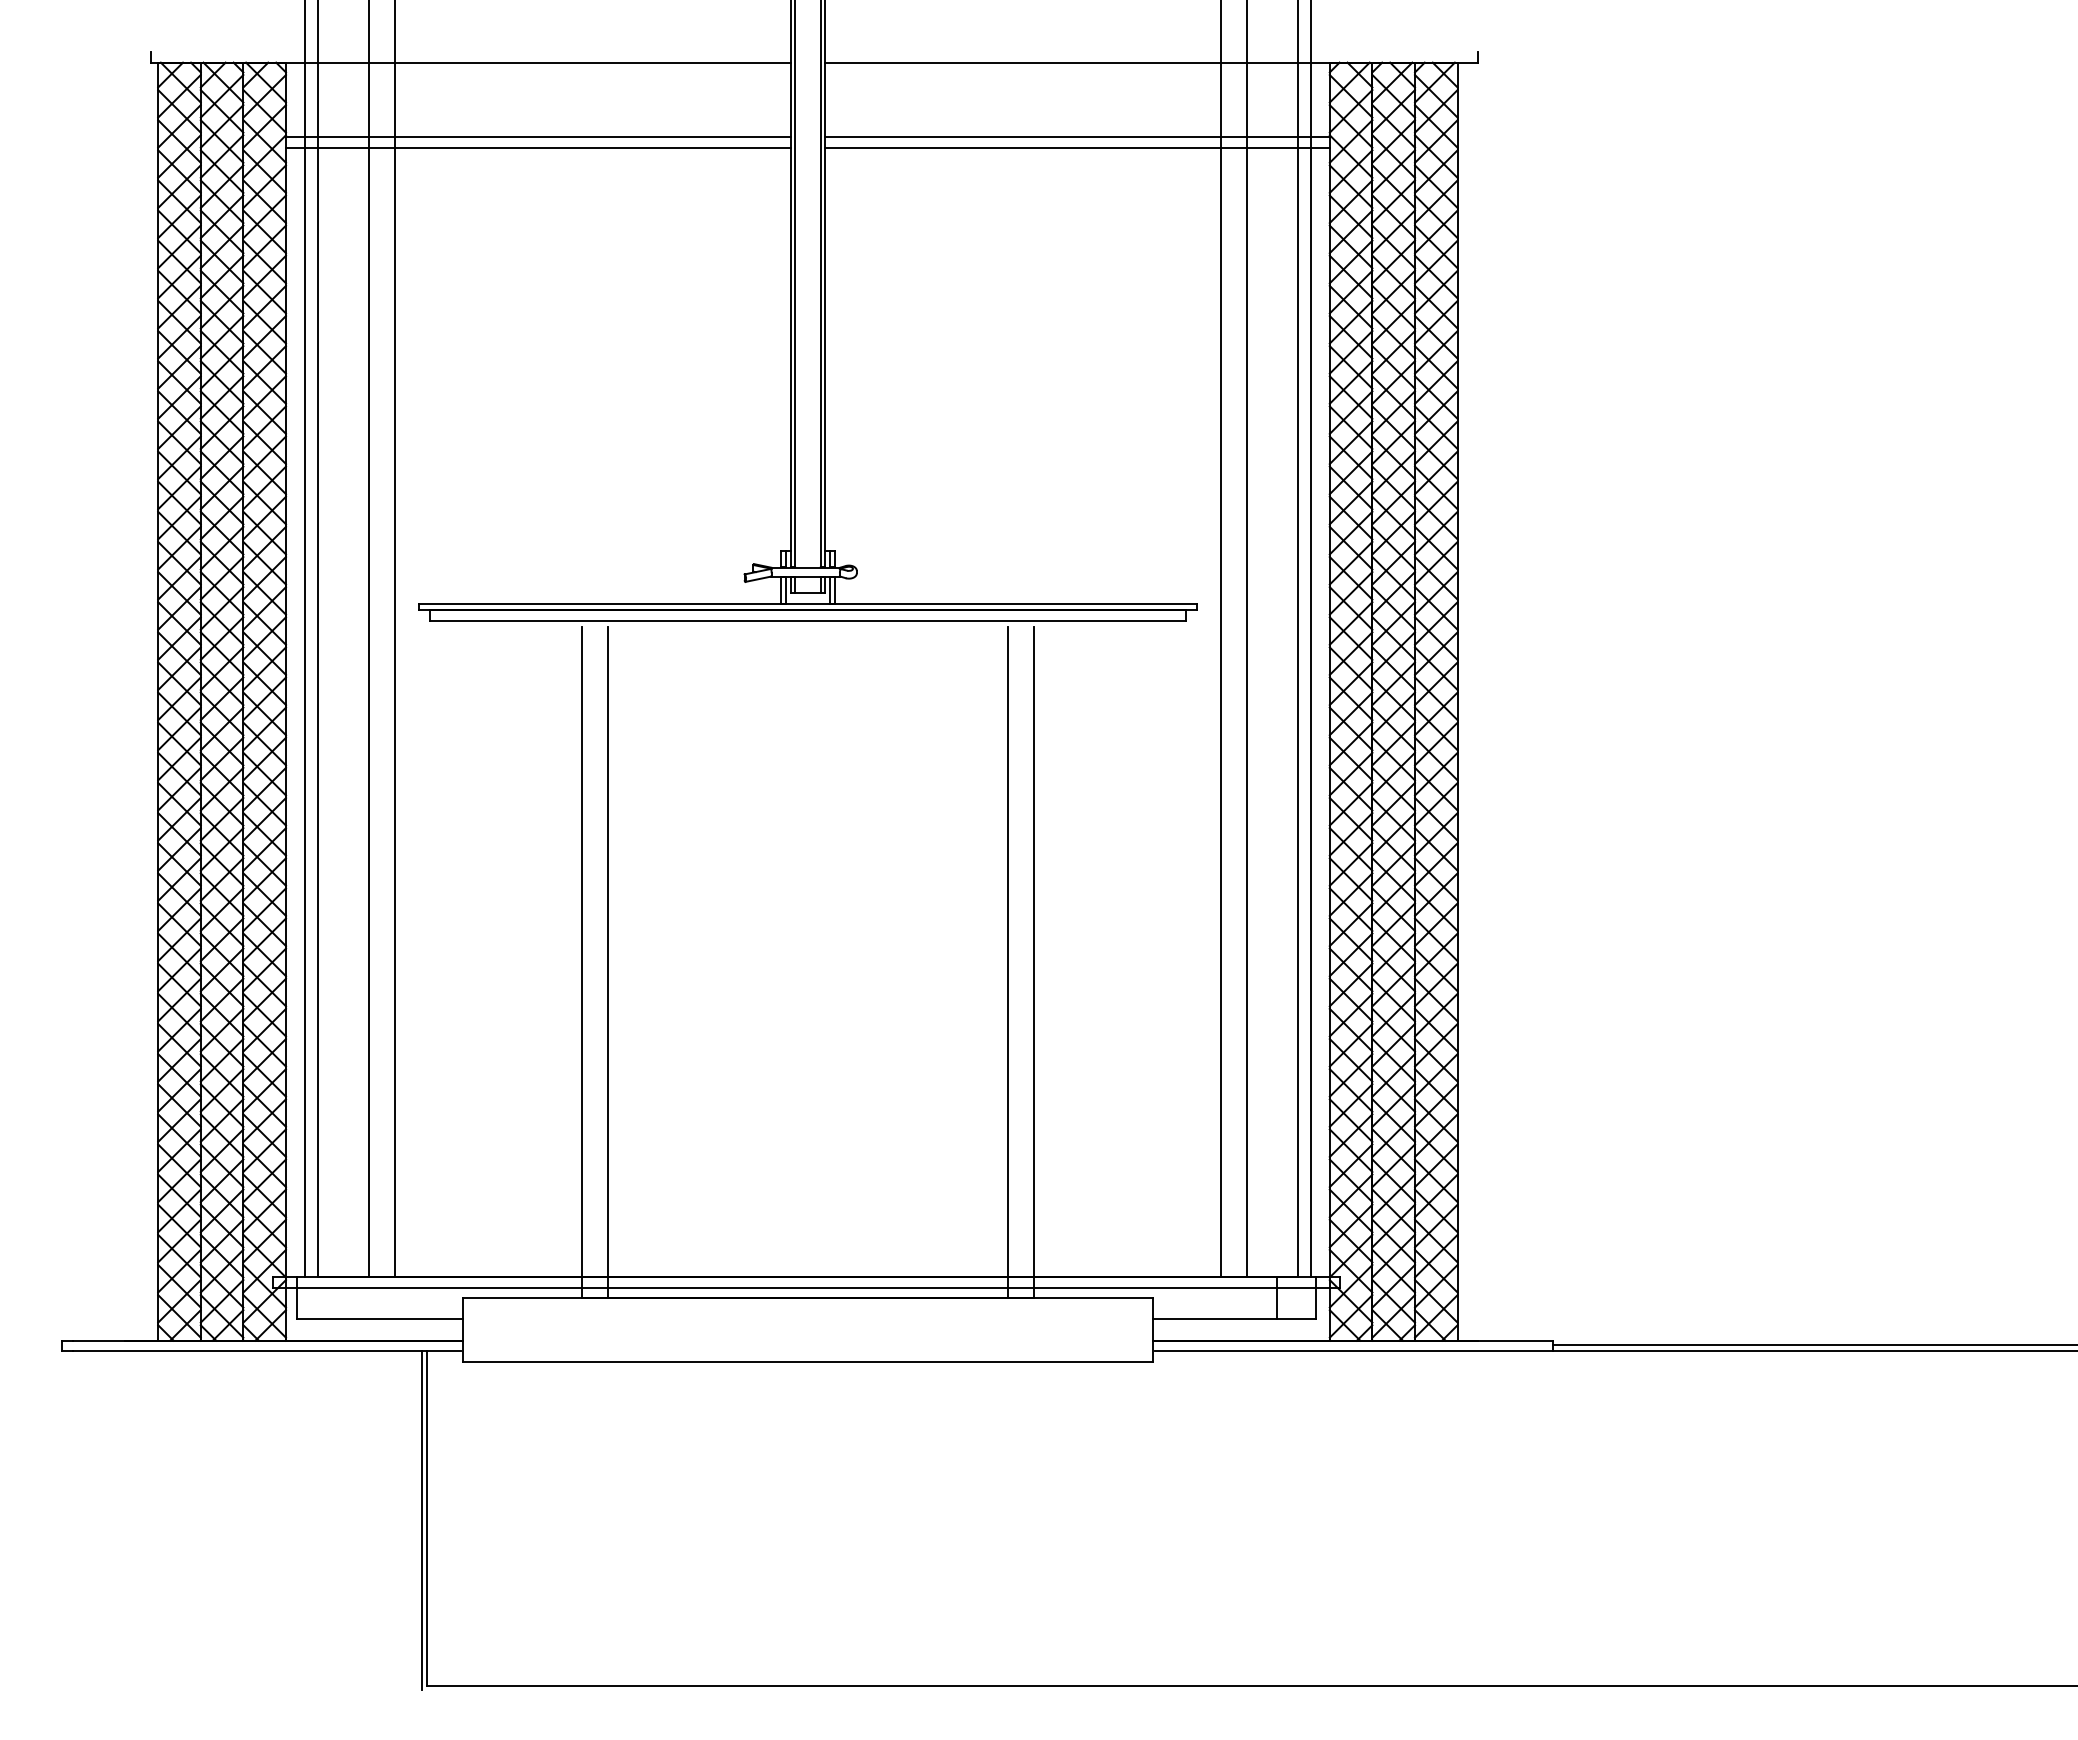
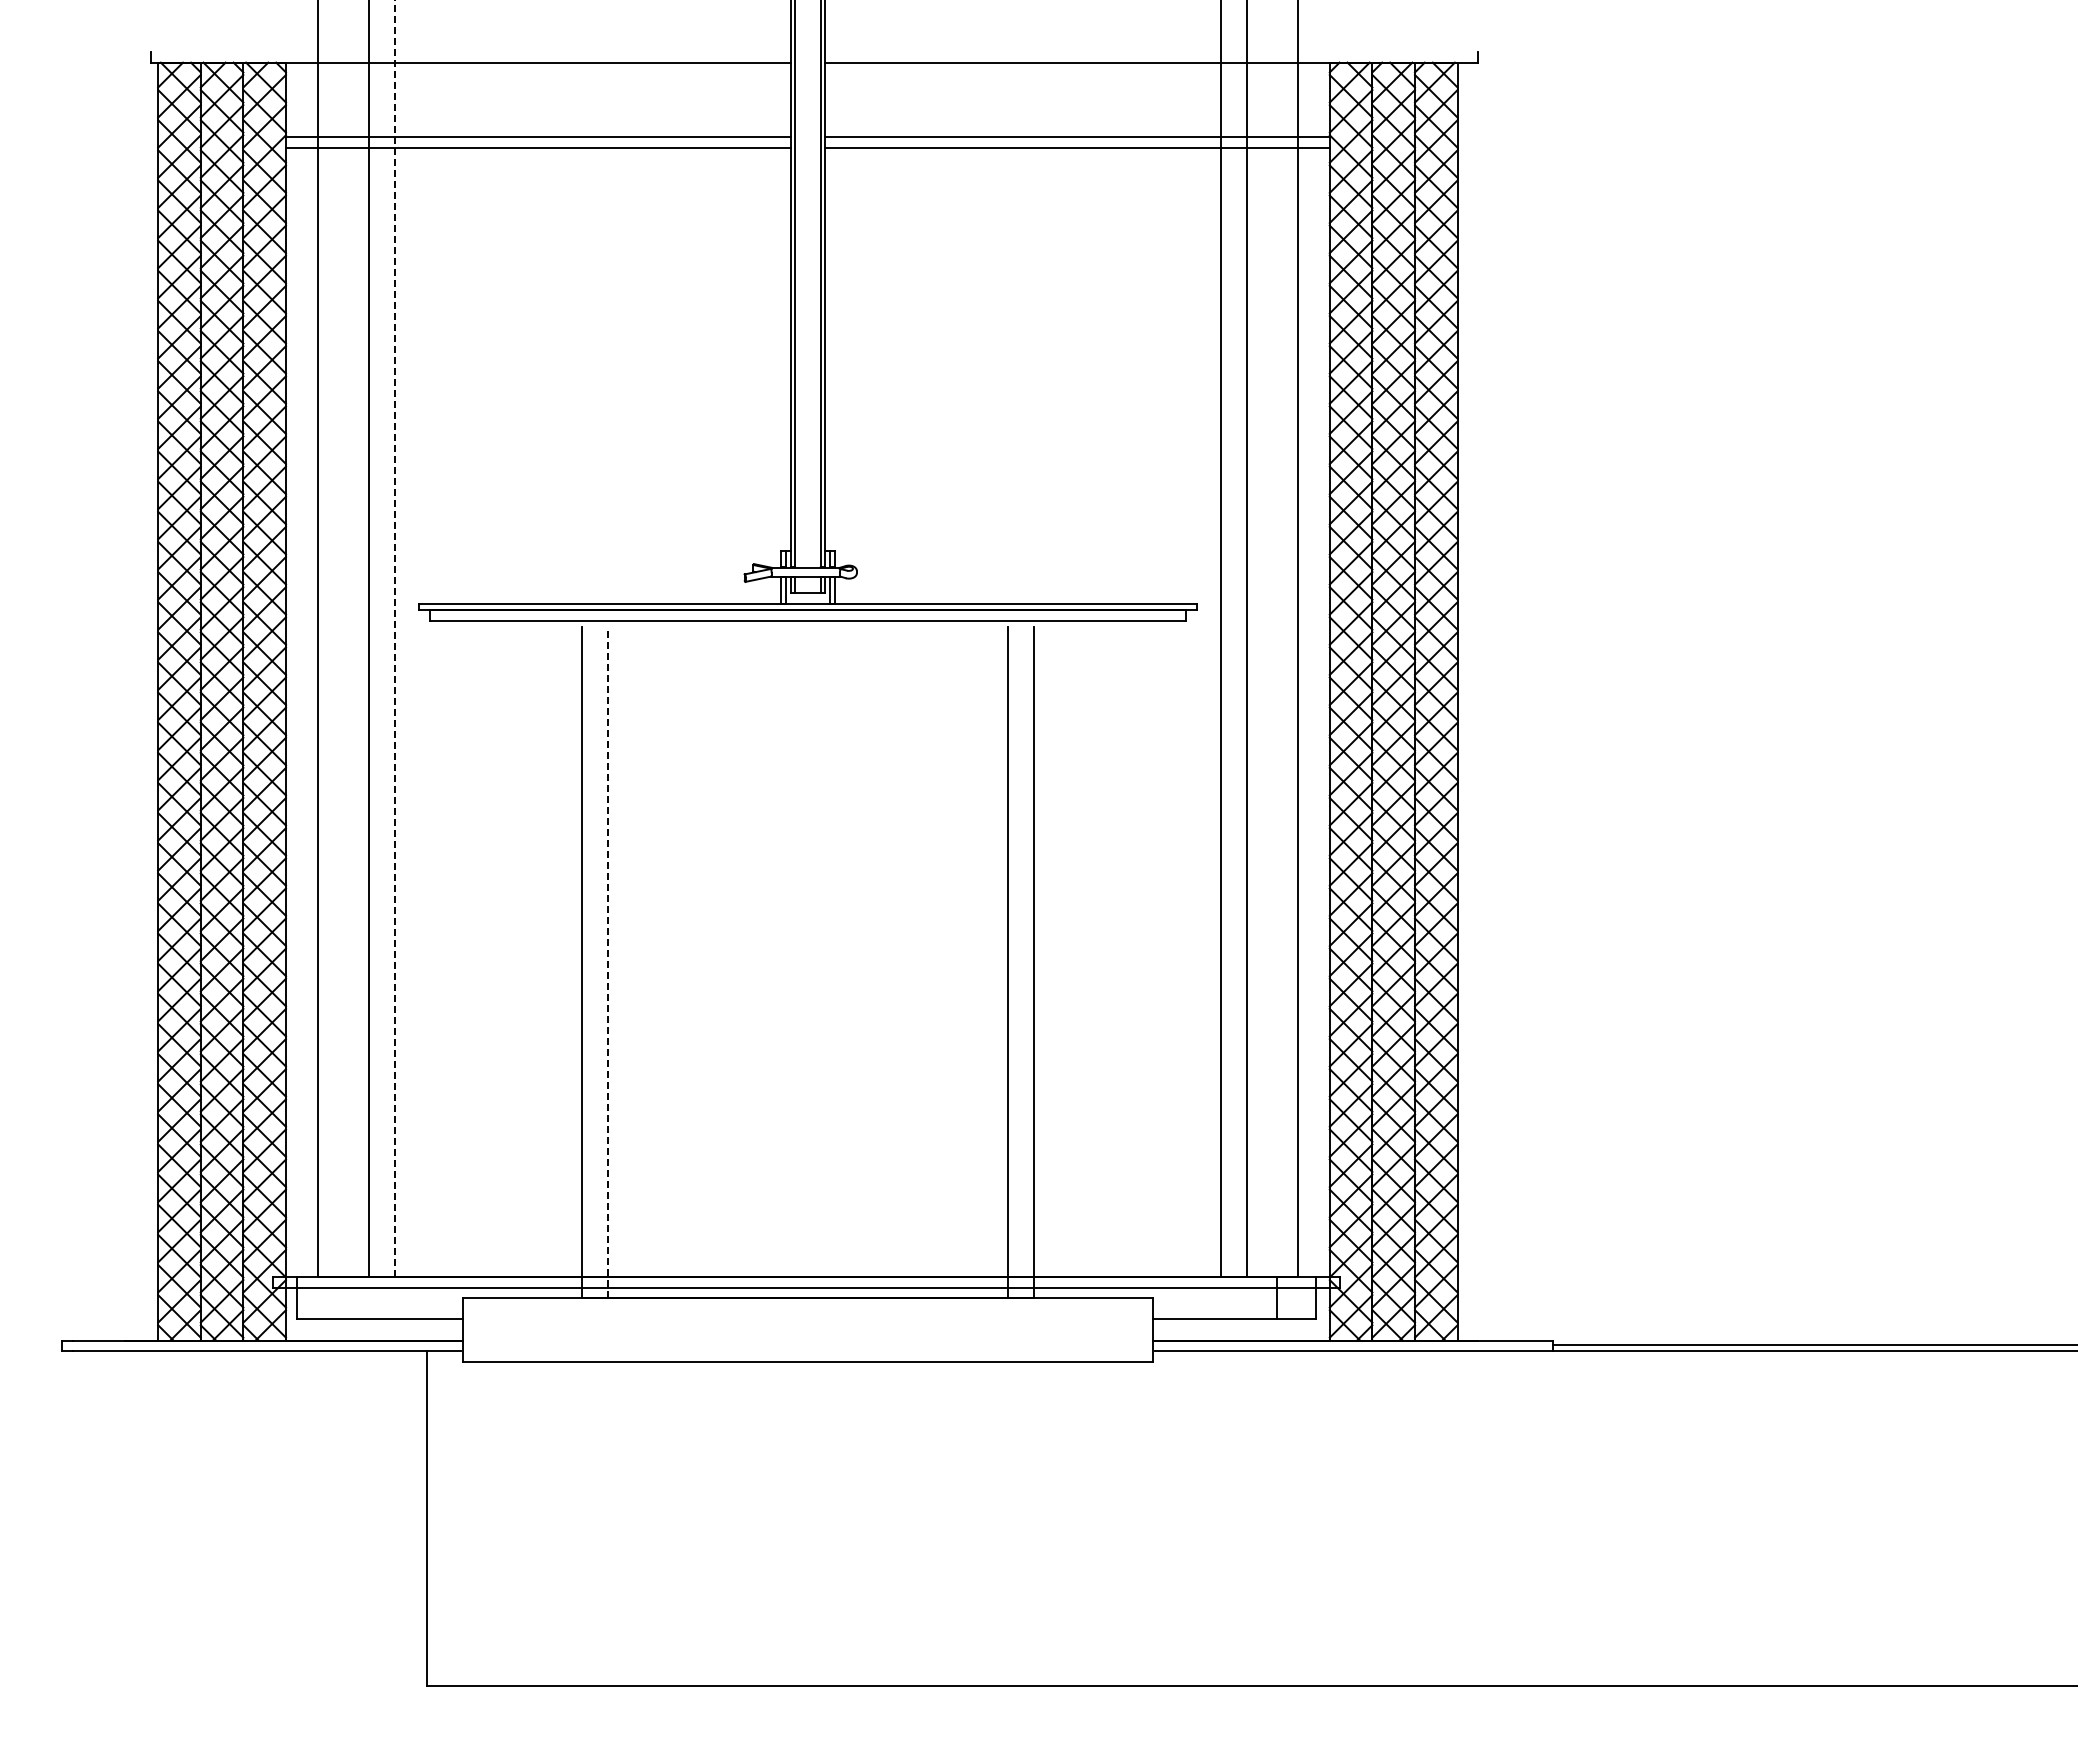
line at (394, 638): solid -> dashed
line at (305, 639): present -> none
line at (1310, 639): present -> none
line at (607, 962): solid -> dashed
line at (422, 1520): present -> none
